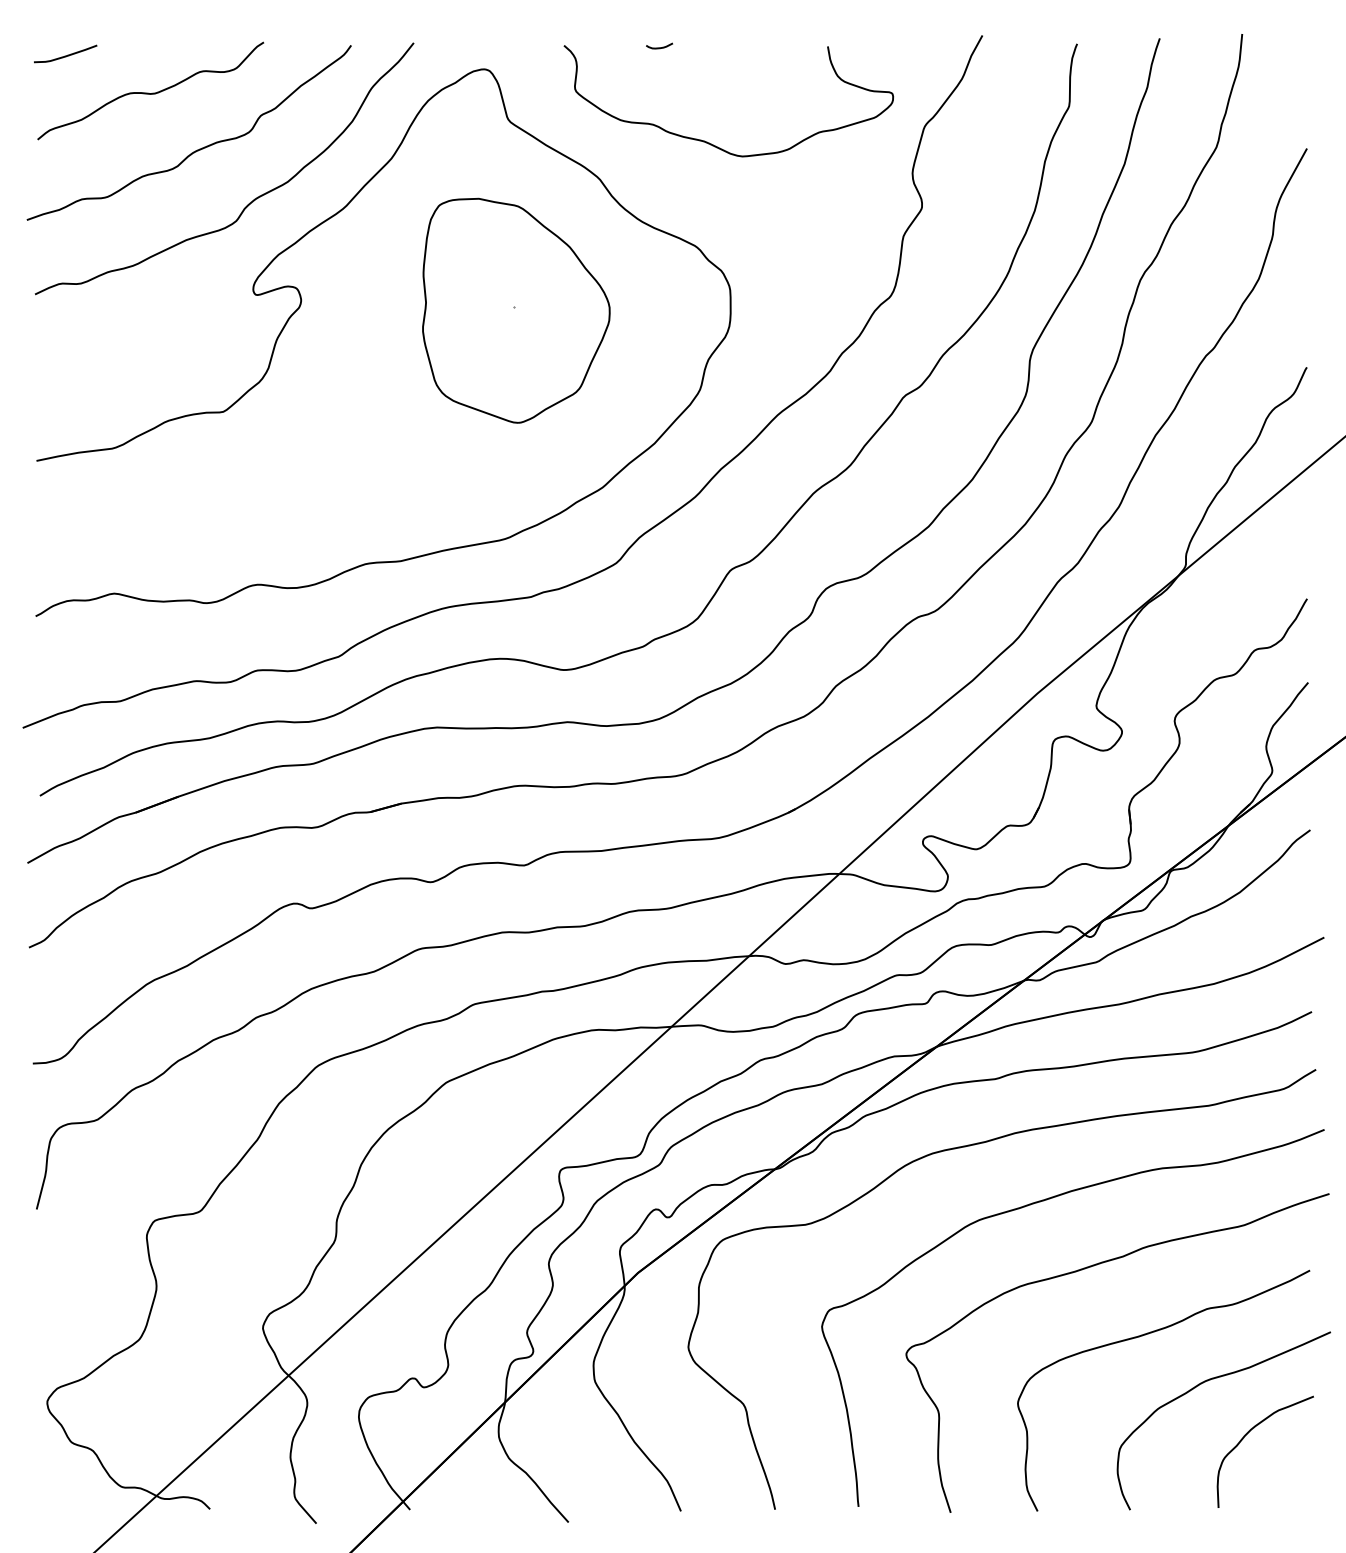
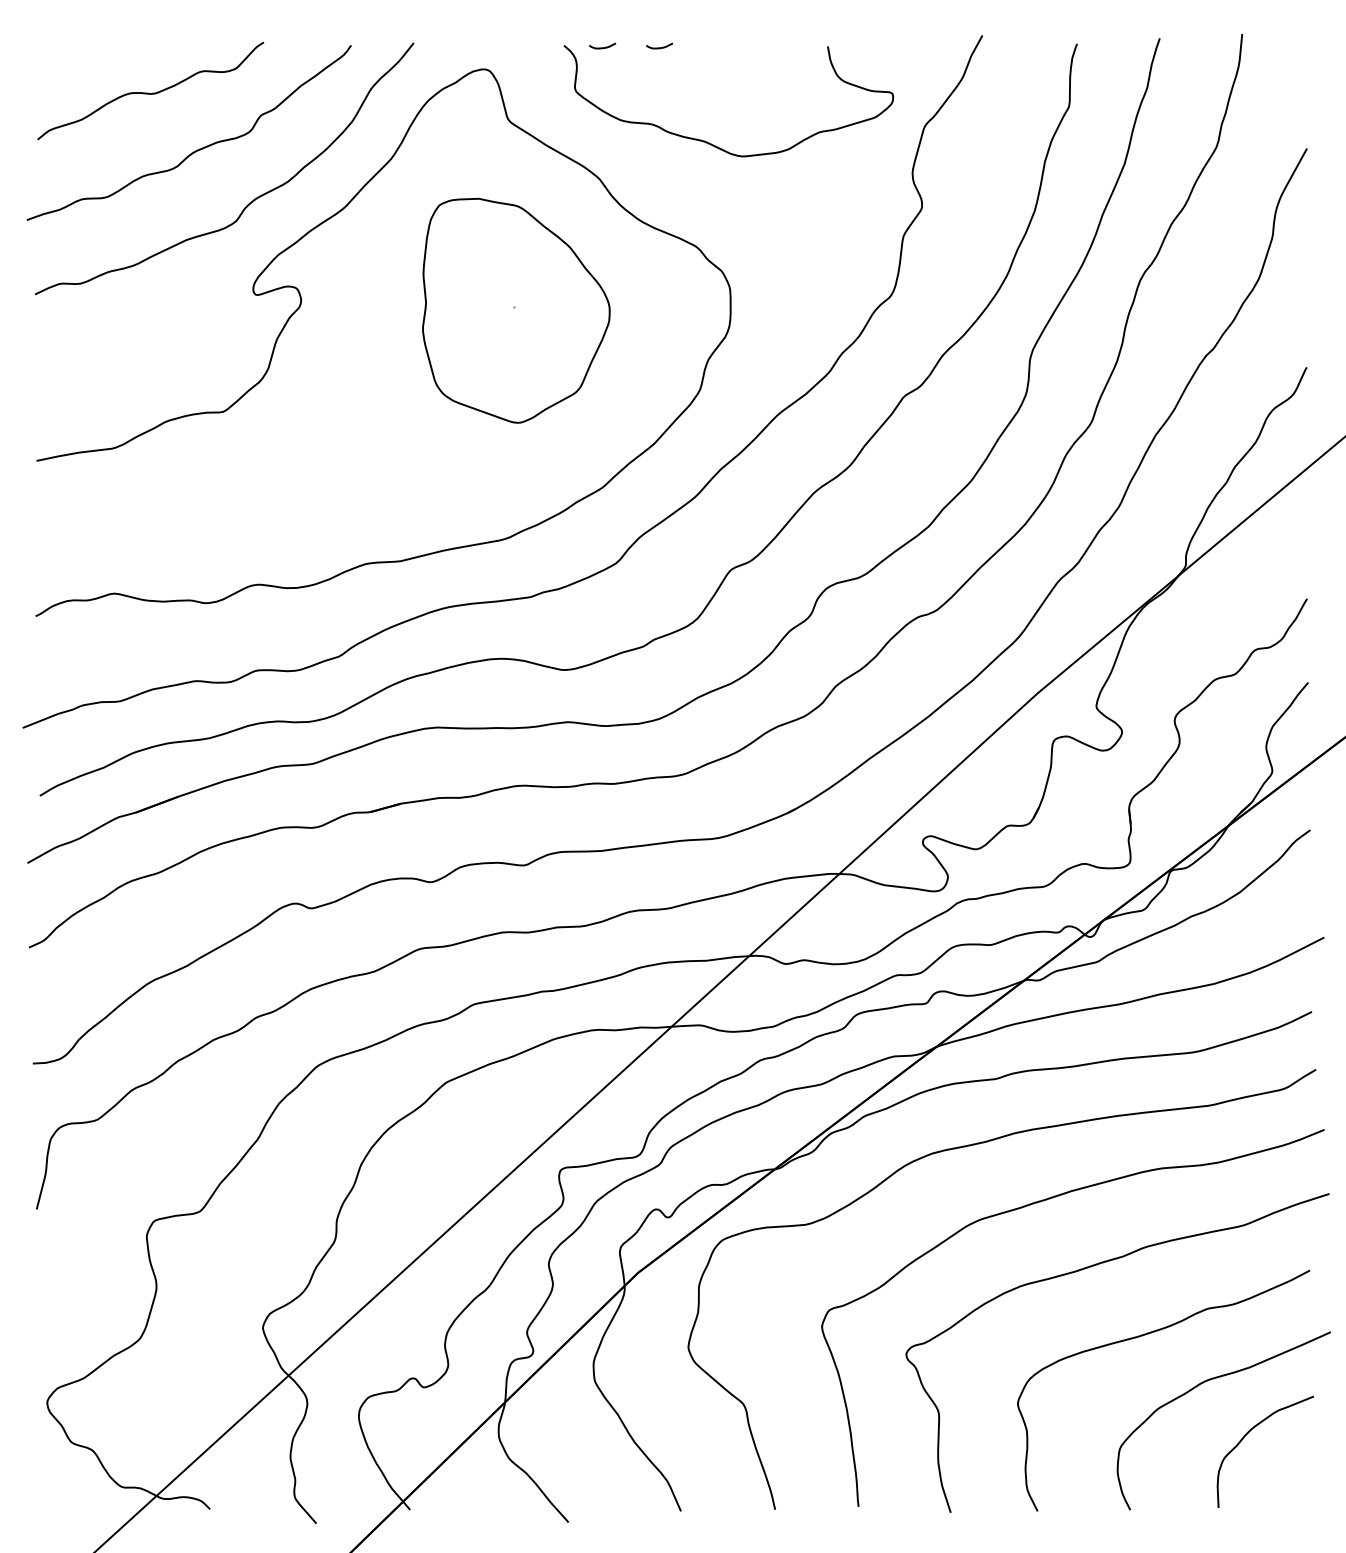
curve at (602, 47): none -> present
curve at (65, 55): present -> none
